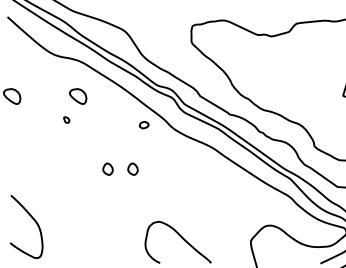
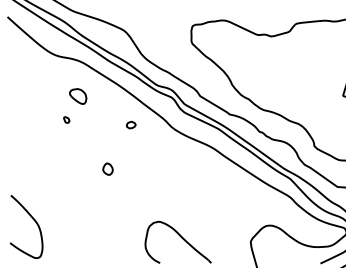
part at (12, 96): present -> none
part at (143, 125) position: (143, 125) -> (130, 125)
part at (132, 168): present -> none
